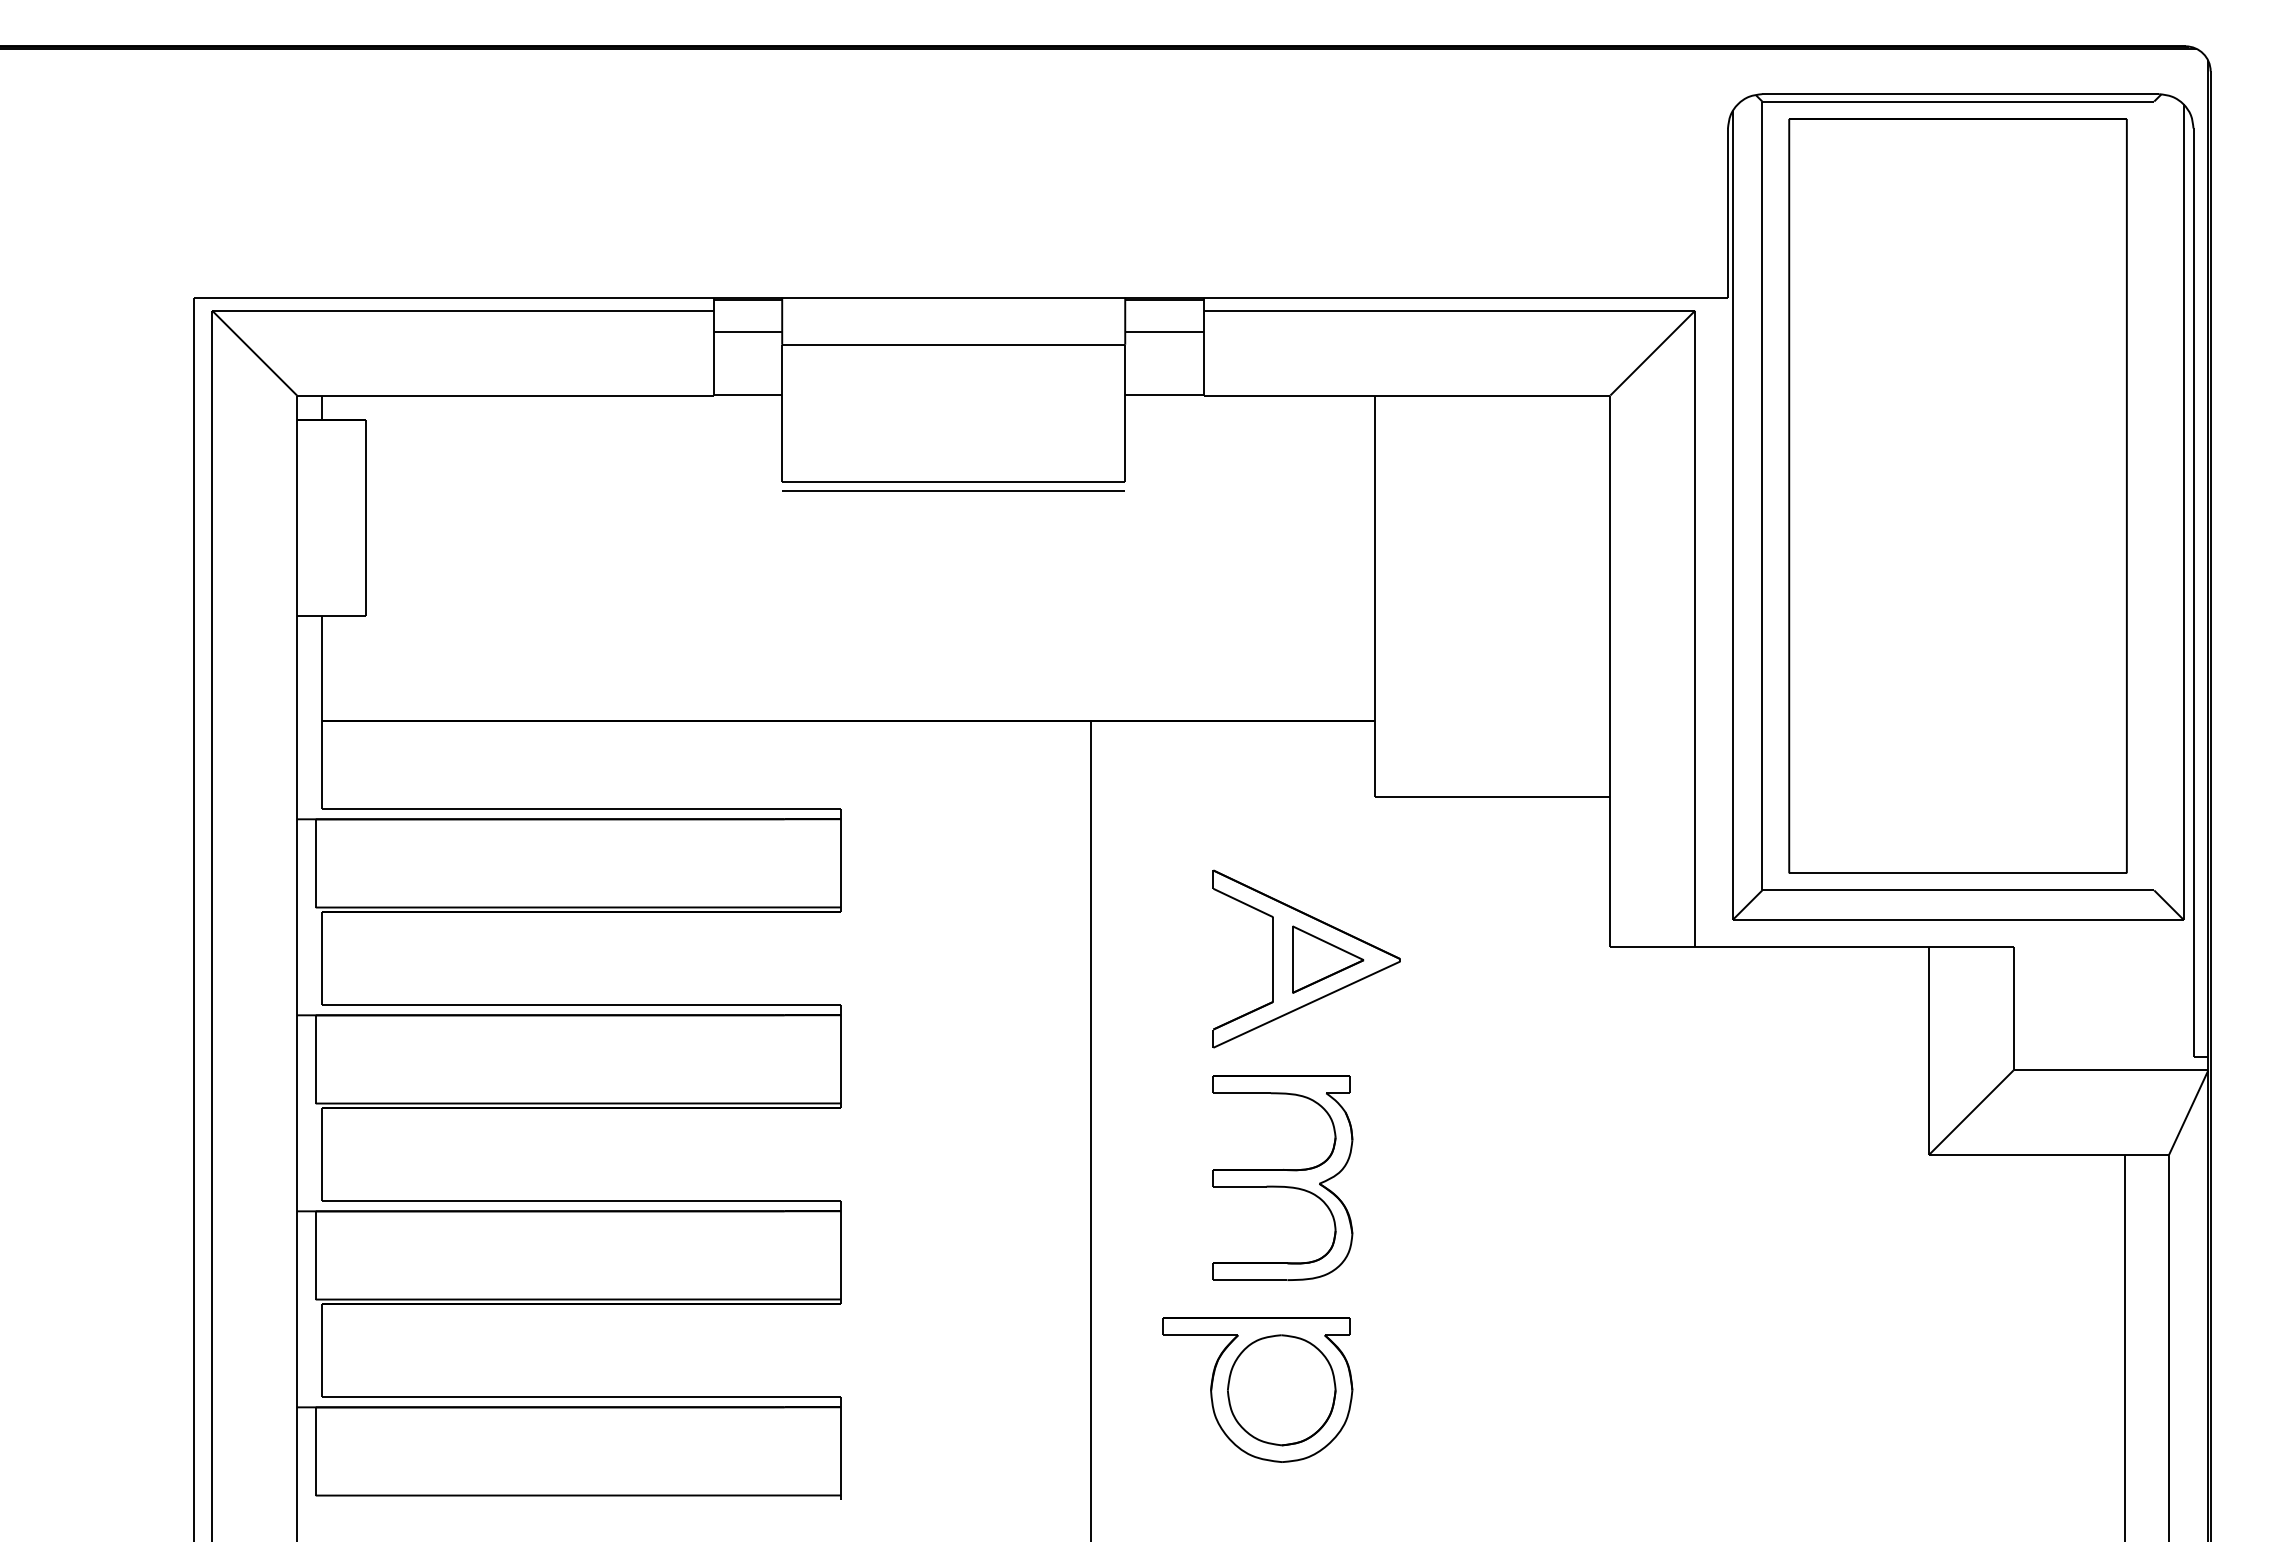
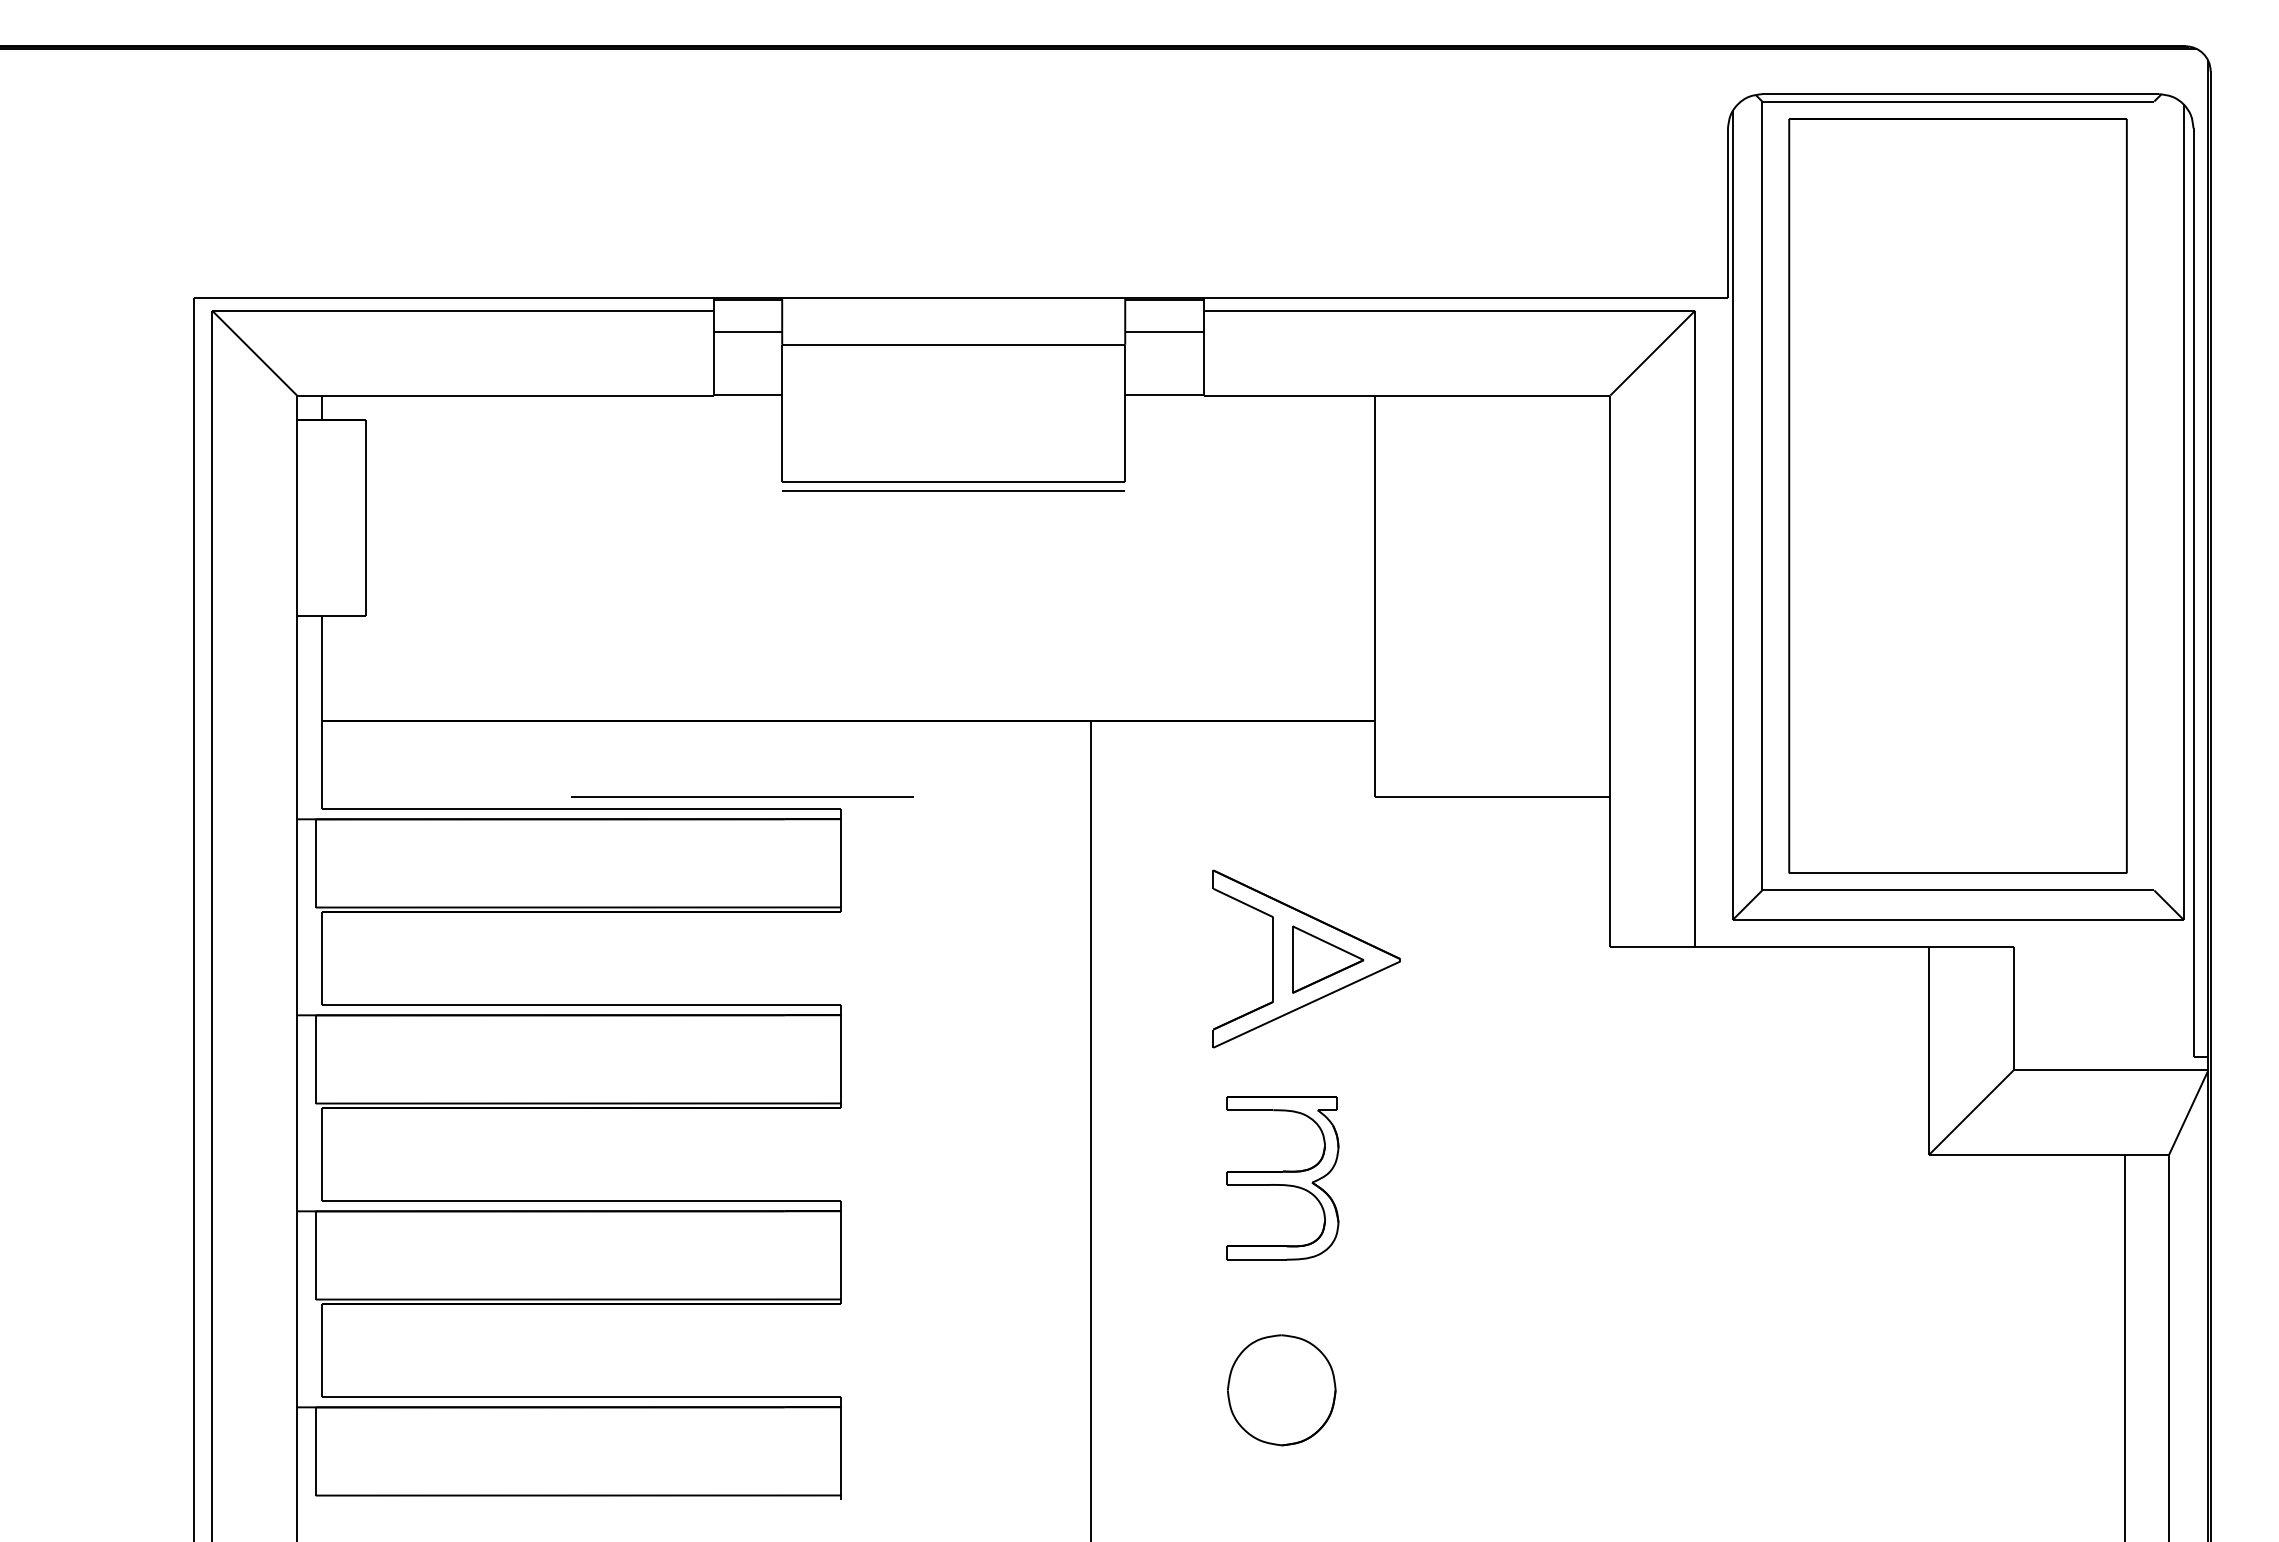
line at (742, 796): none -> present
part at (1282, 1177) size: 142x206 px -> 114x165 px
part at (1257, 1389): present -> none
